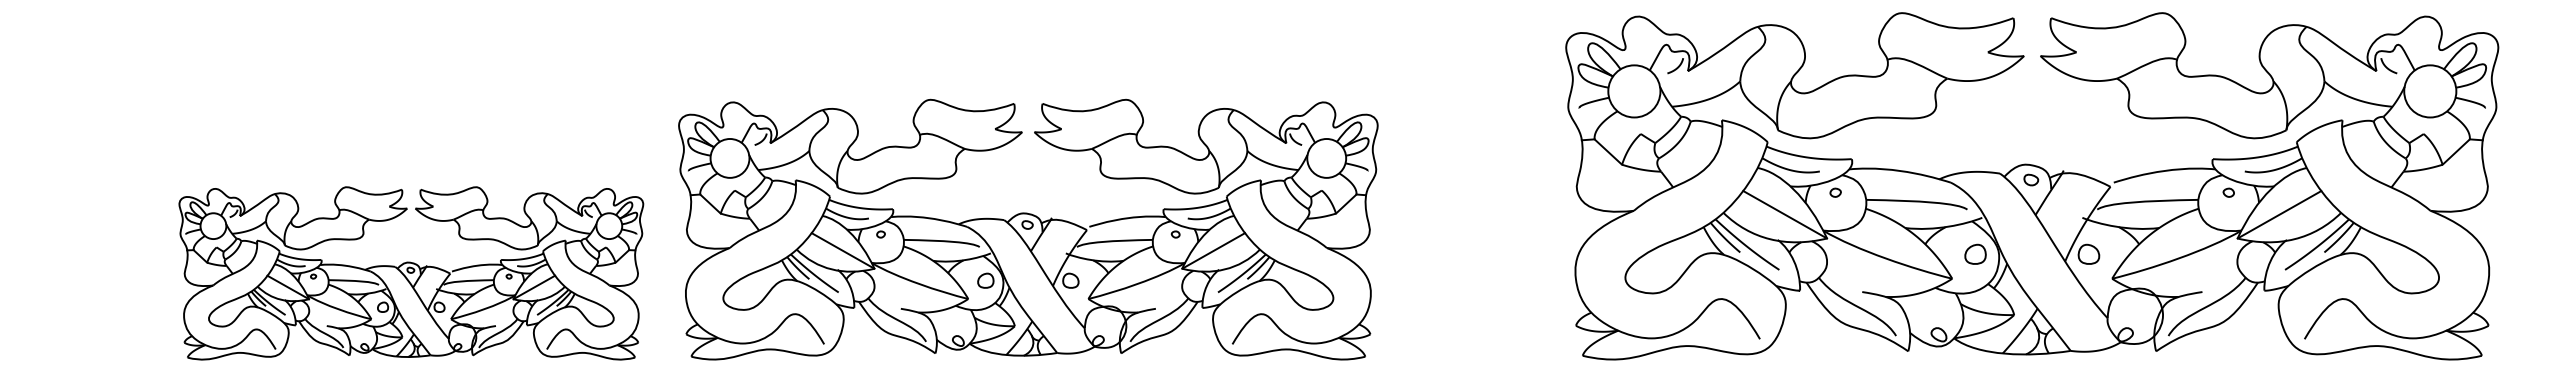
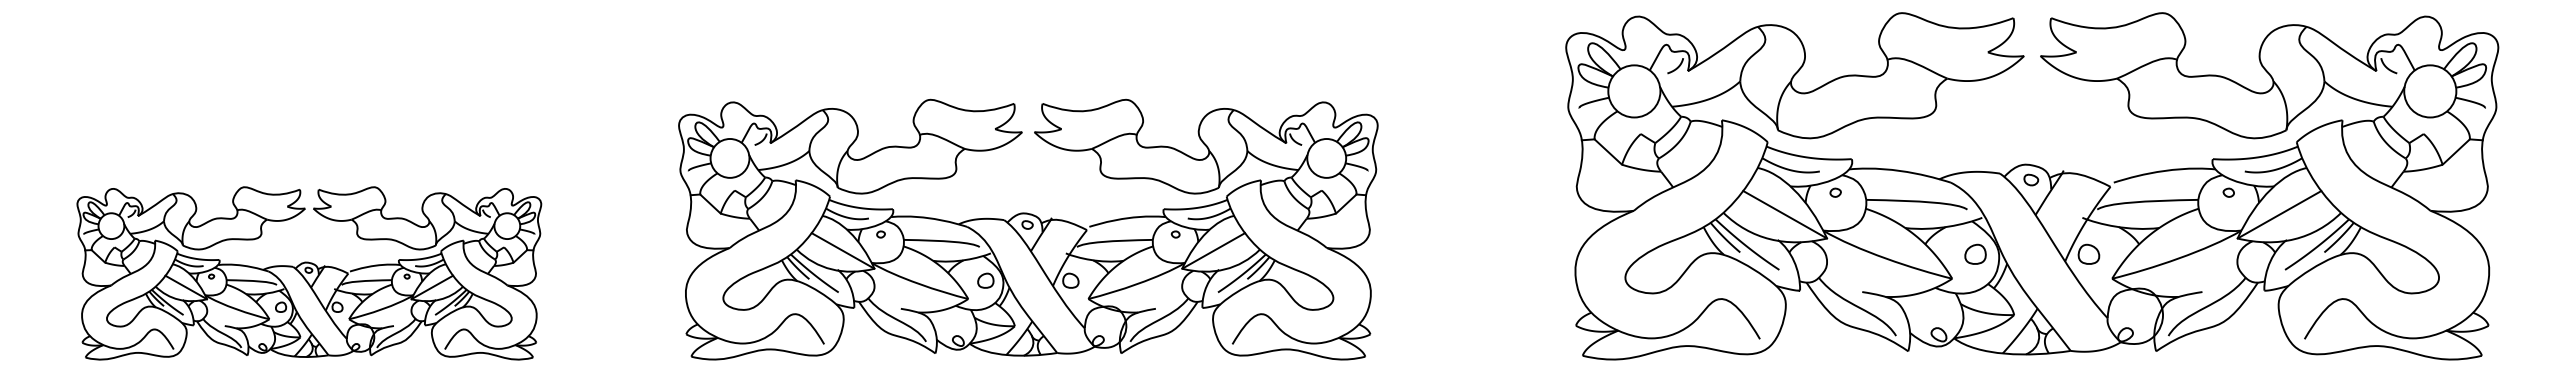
part at (411, 273) position: (411, 273) -> (309, 273)
